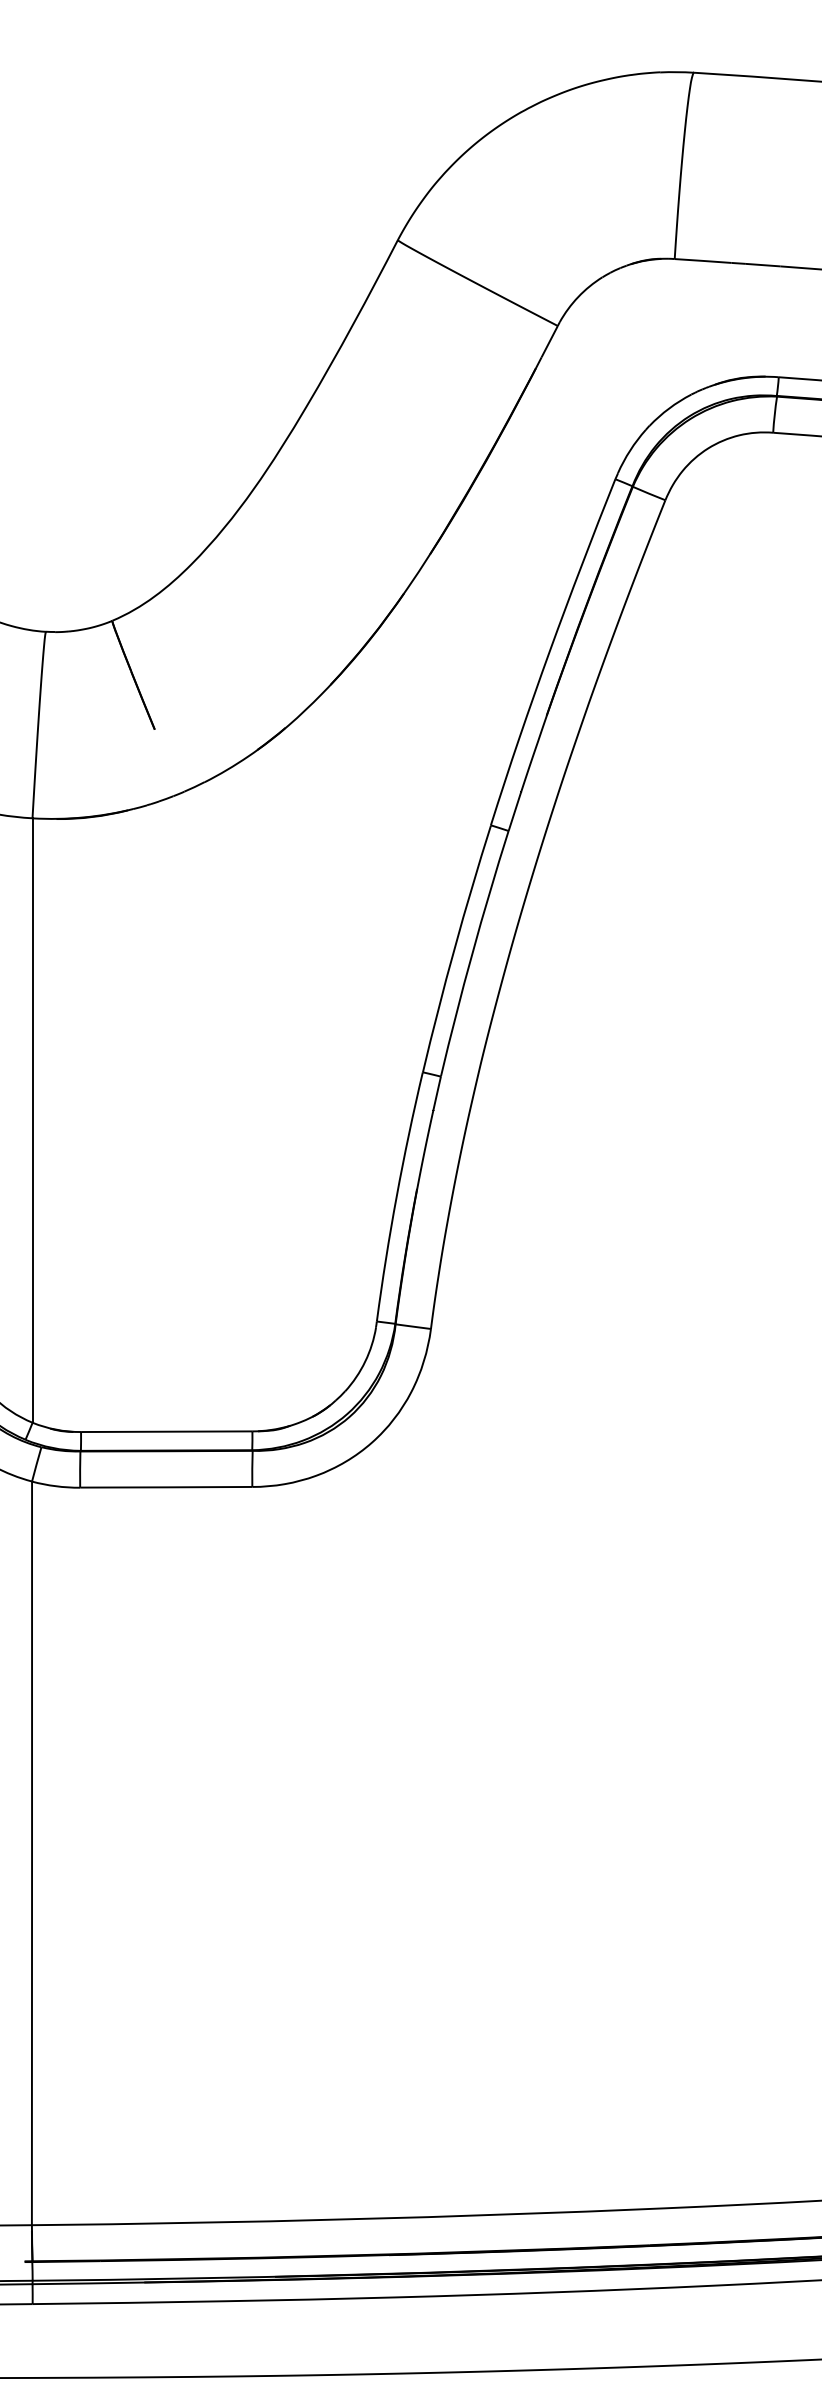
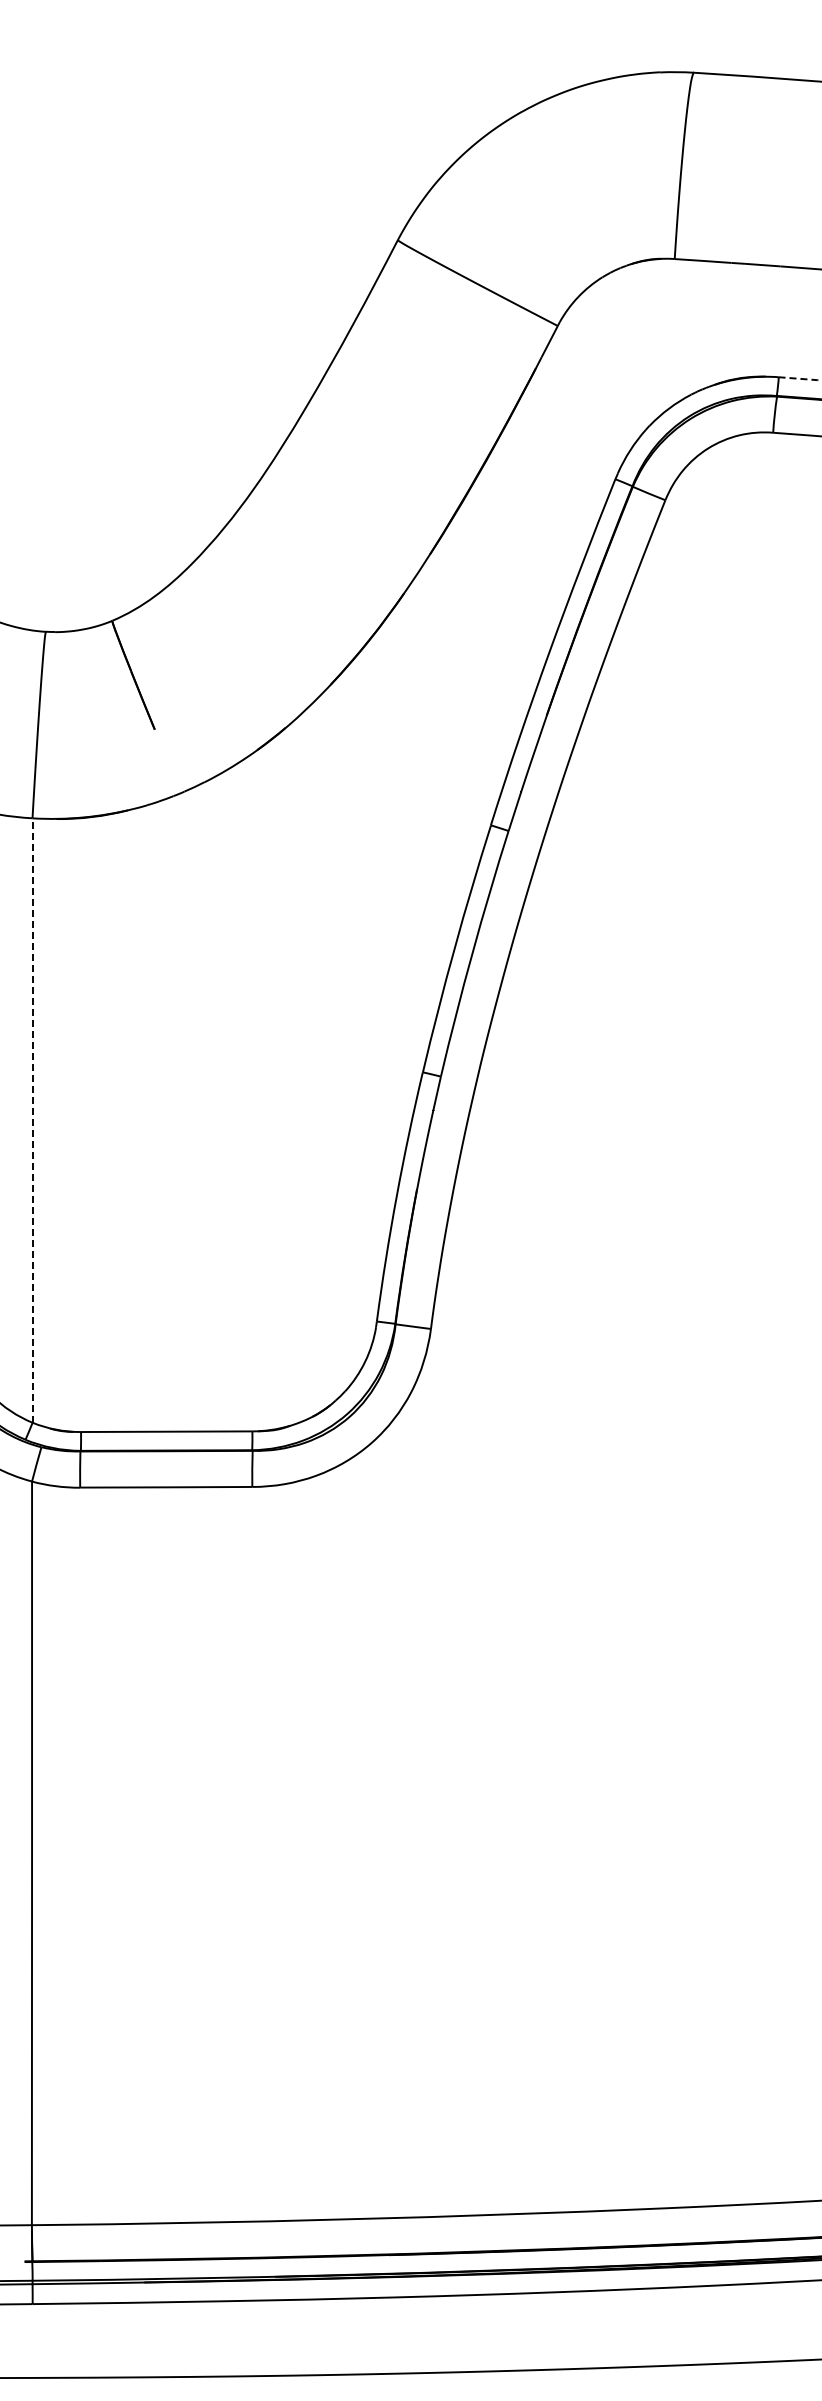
arc at (799, 378): solid -> dashed
line at (32, 1120): solid -> dashed
